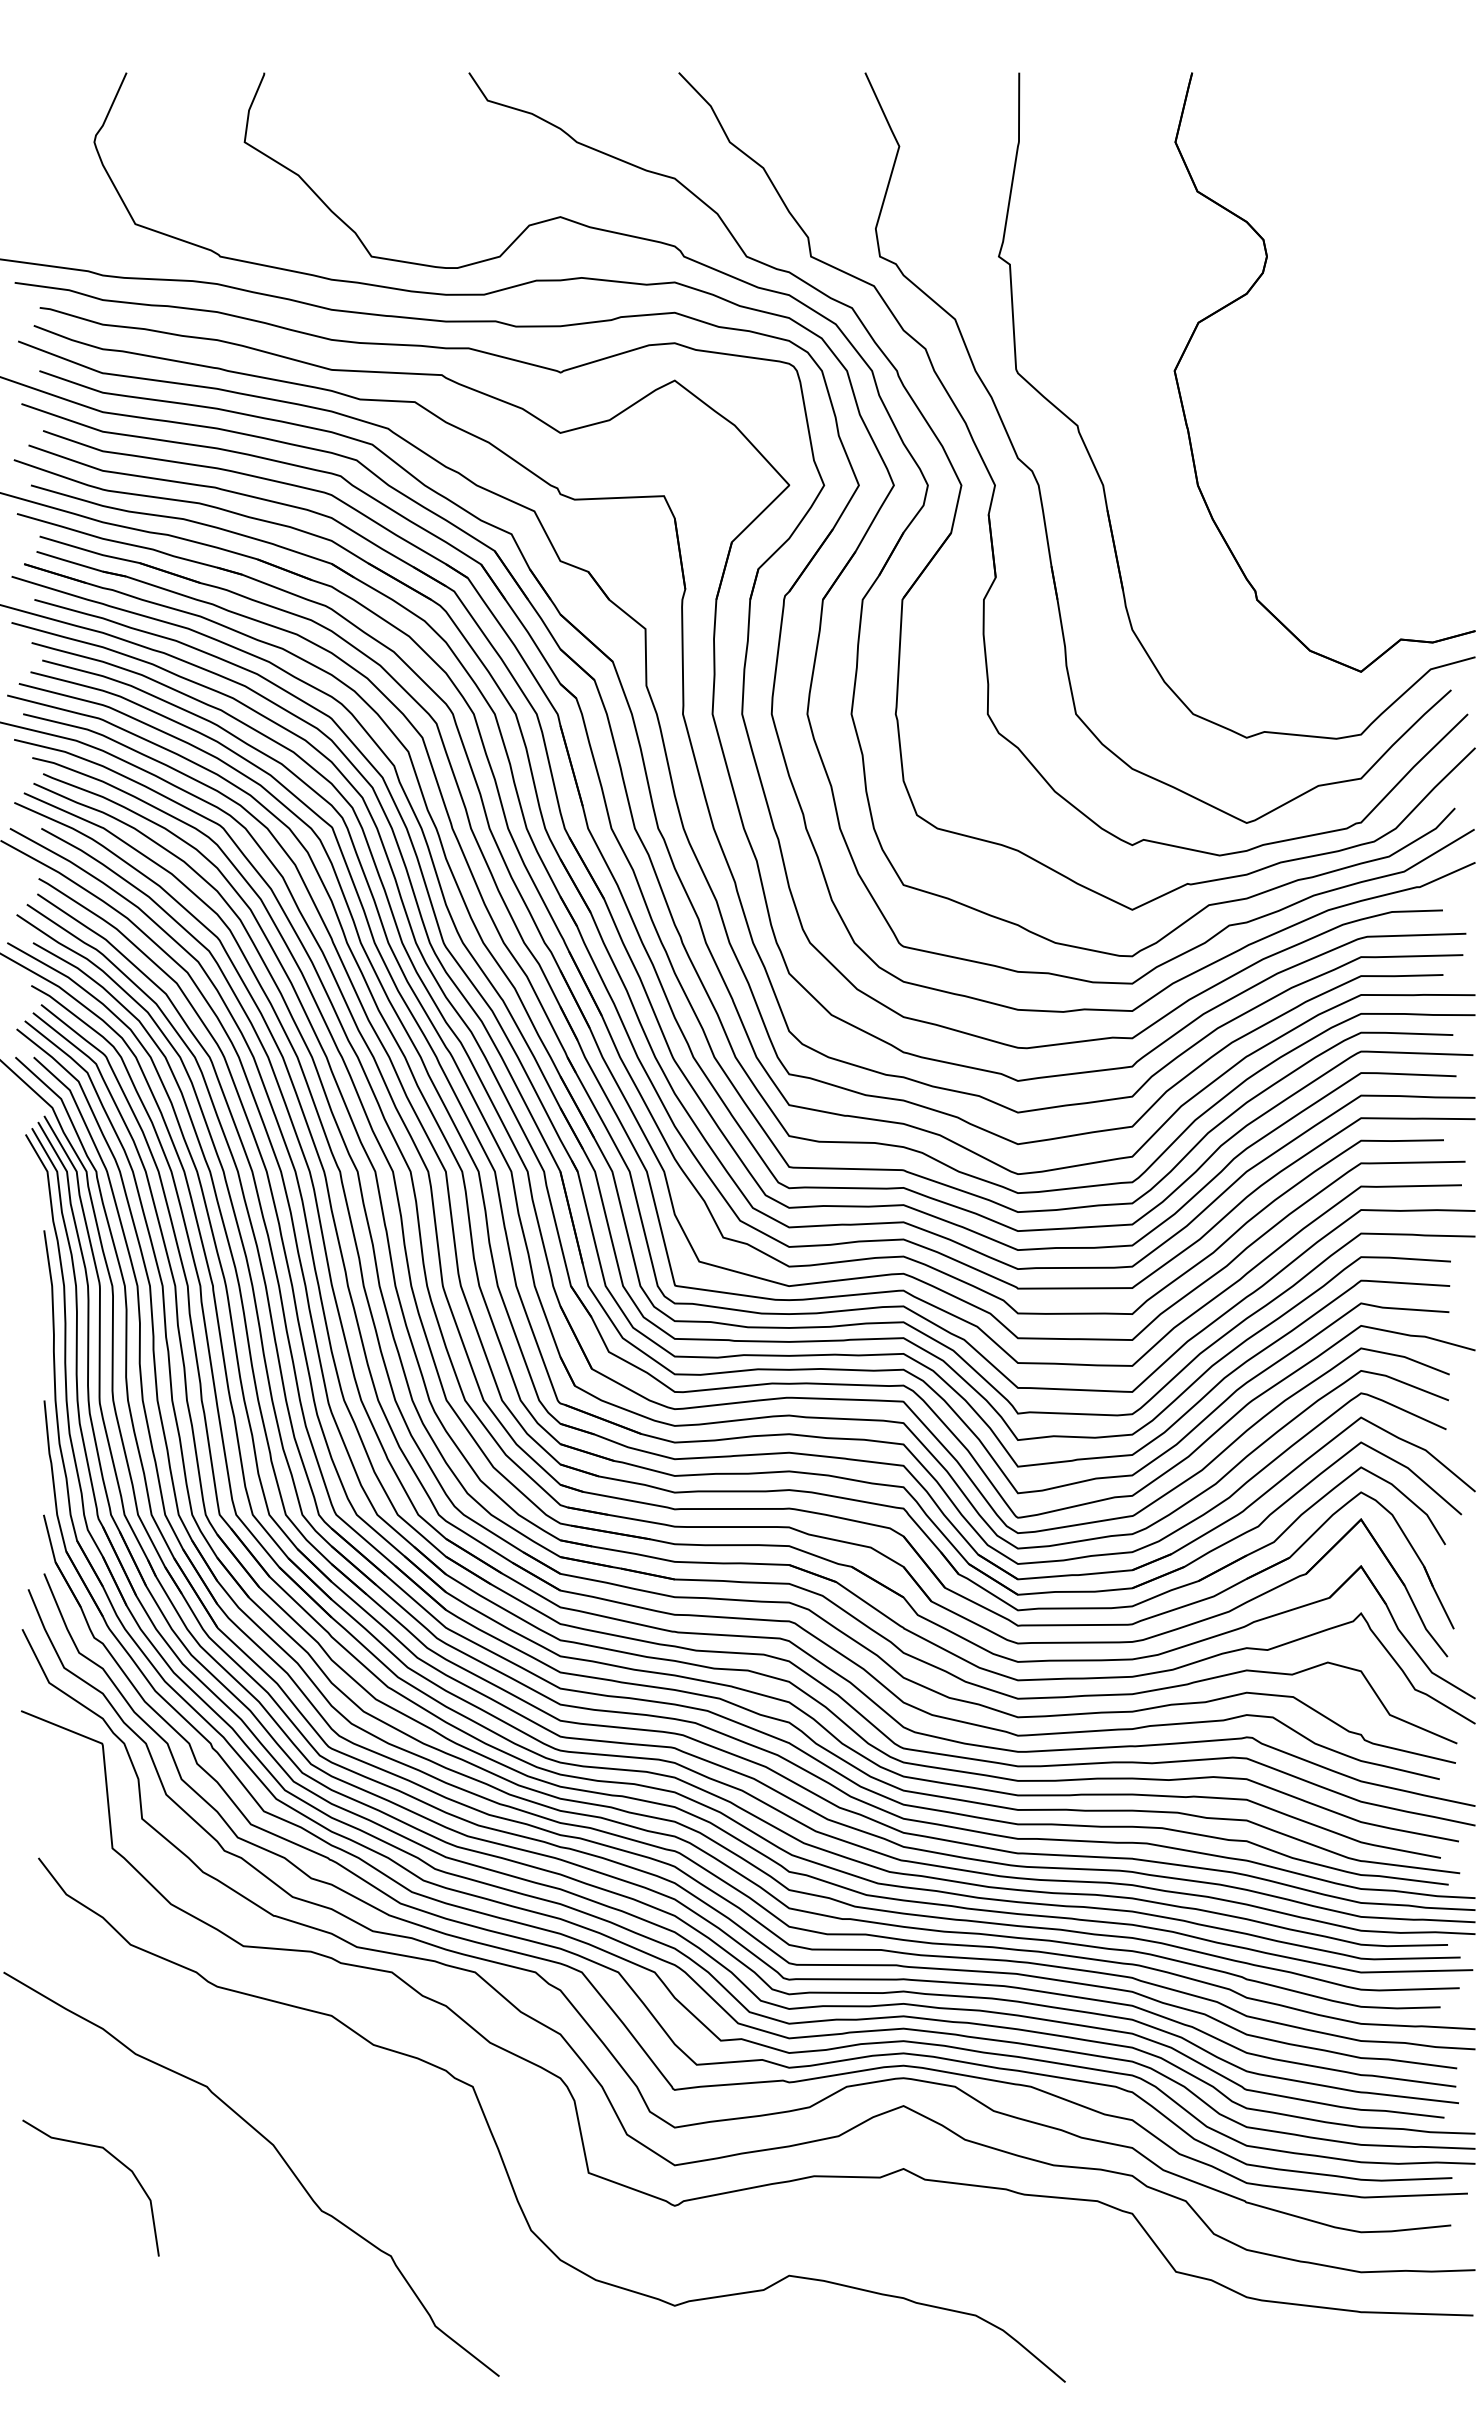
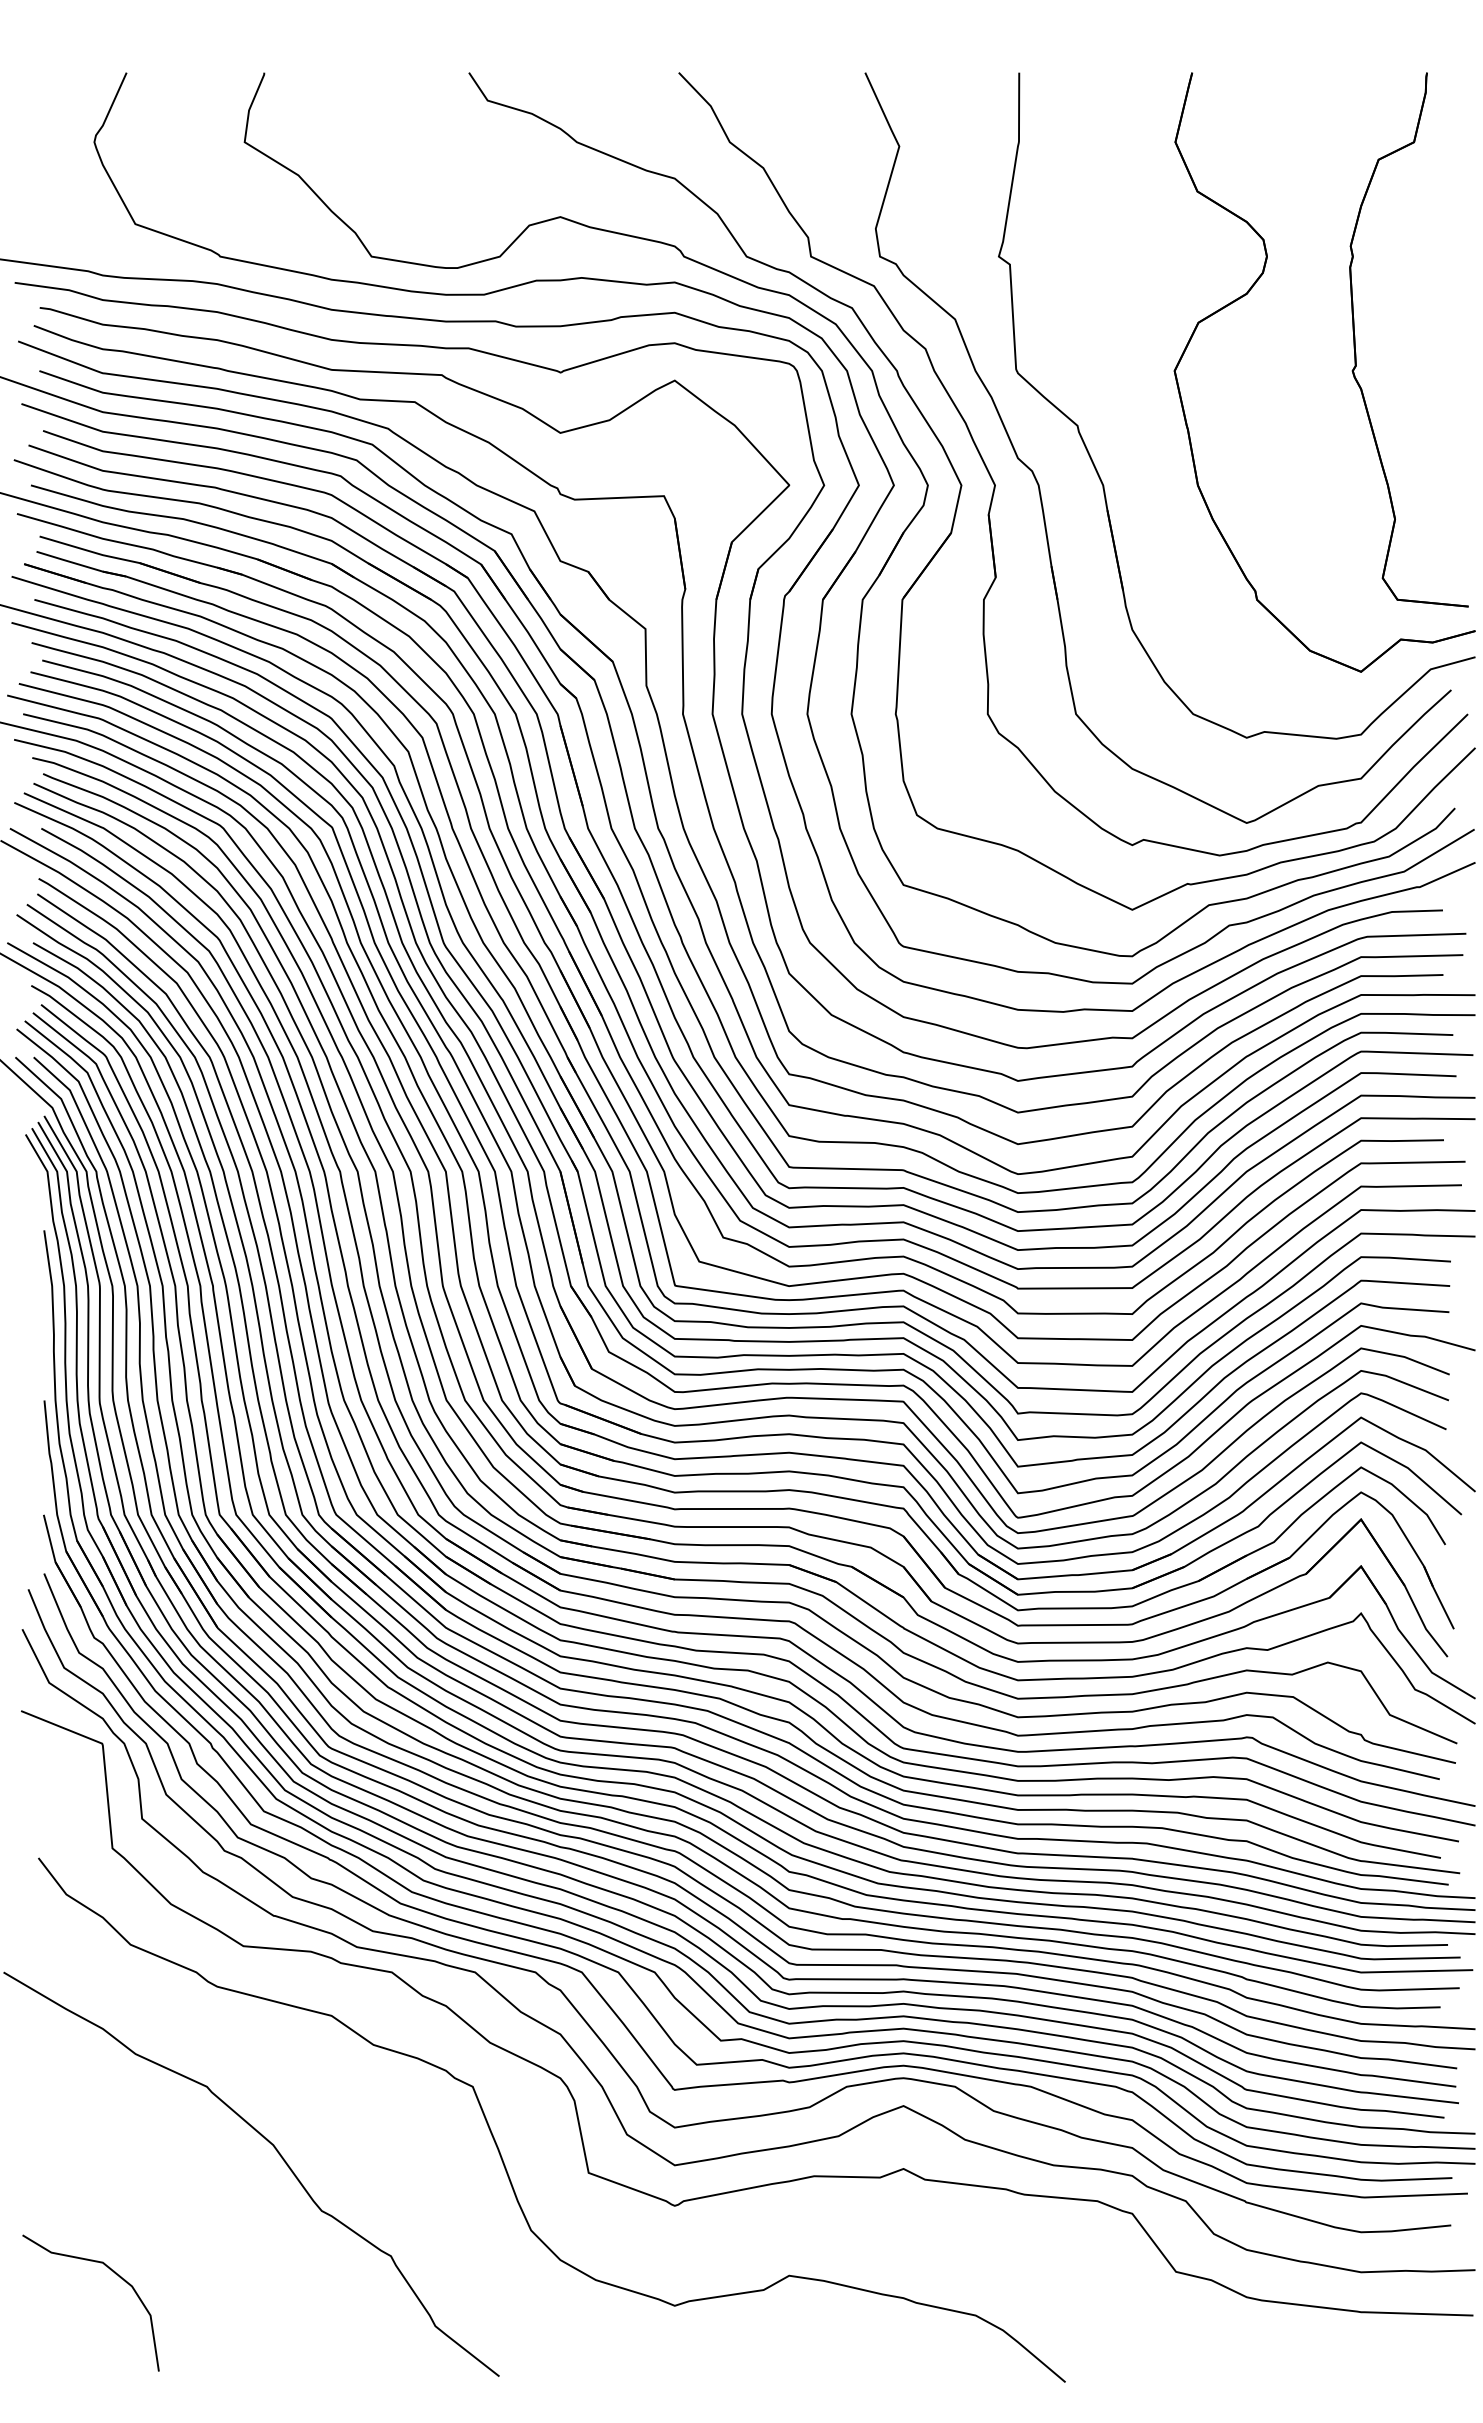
part at (1355, 339): none -> present
curve at (115, 2159) position: (115, 2159) -> (115, 2274)
